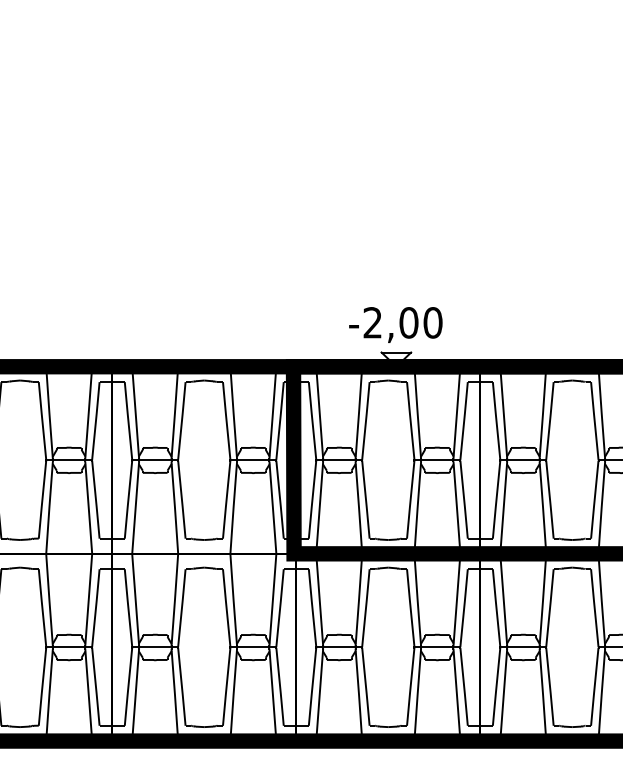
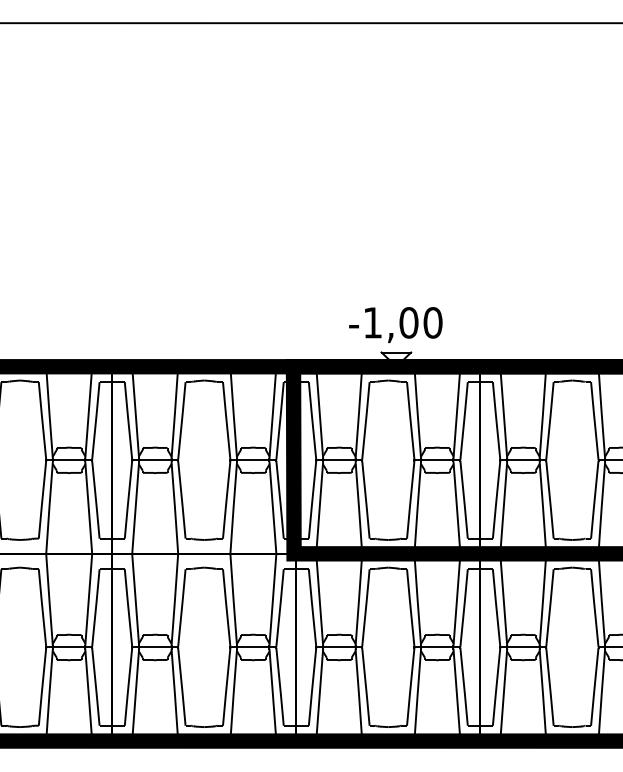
line at (310, 23): none -> present
text at (372, 322): -2,00 -> -1,00
